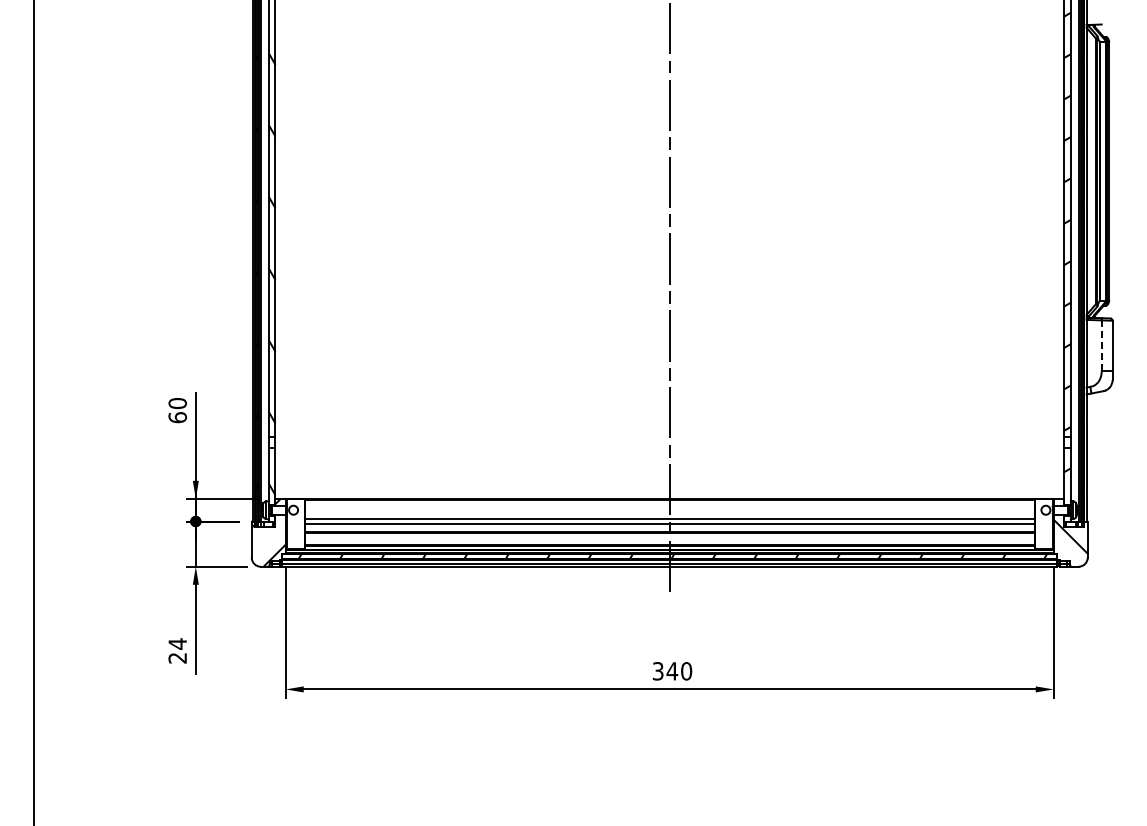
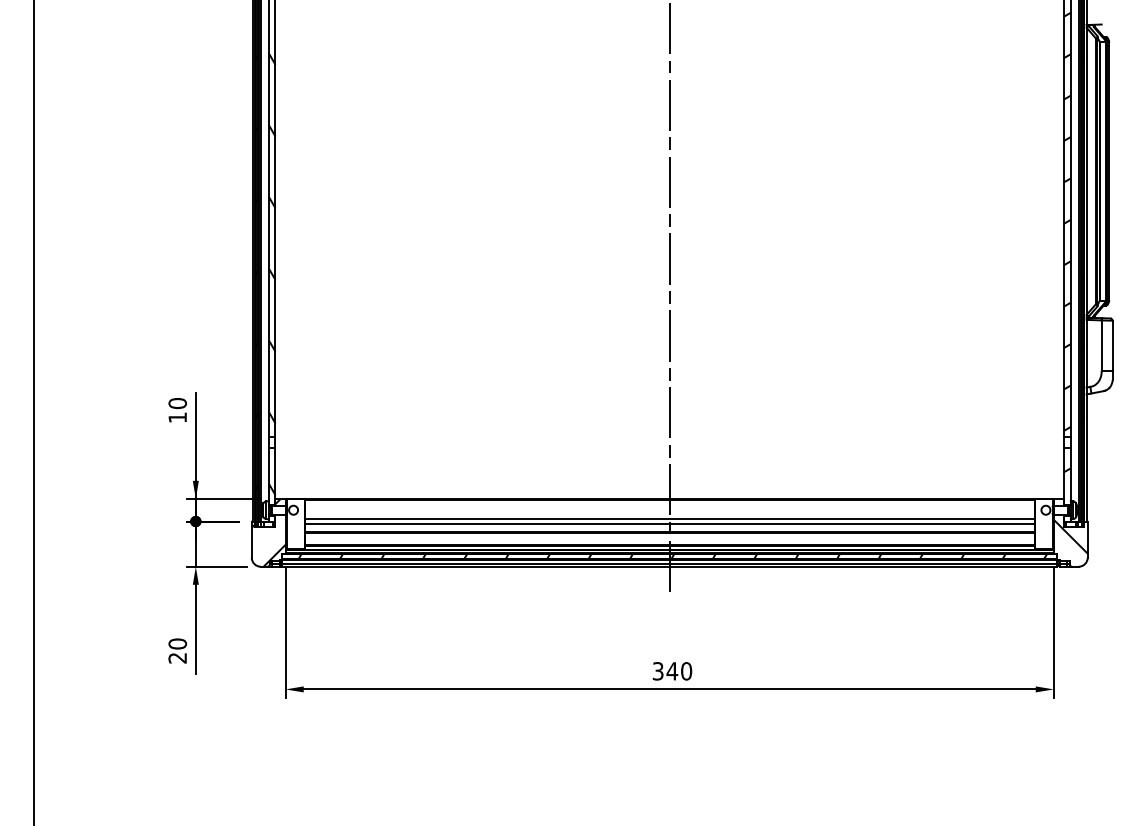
line at (1101, 346): dashed -> solid
text at (177, 417): 60 -> 10
text at (177, 643): 24 -> 20
